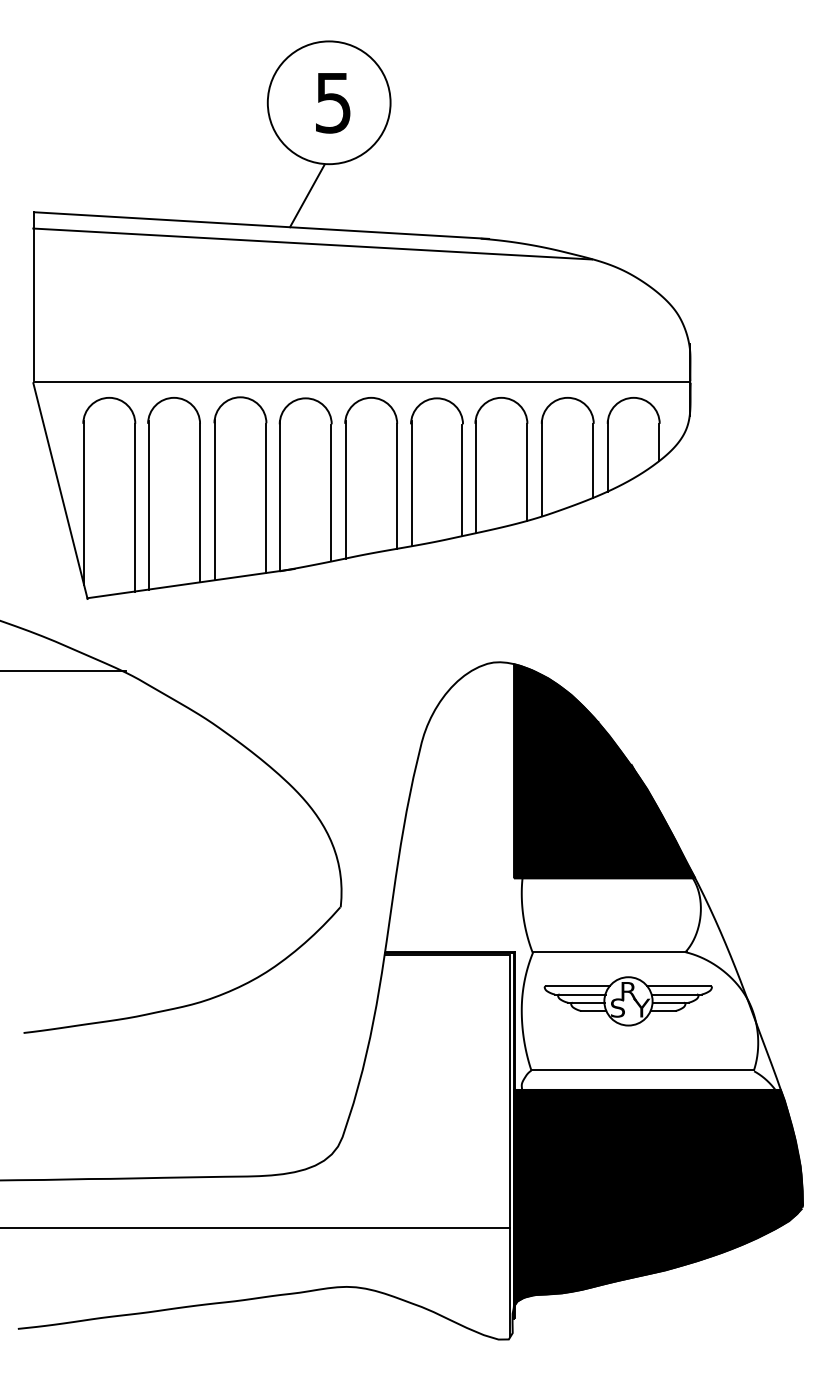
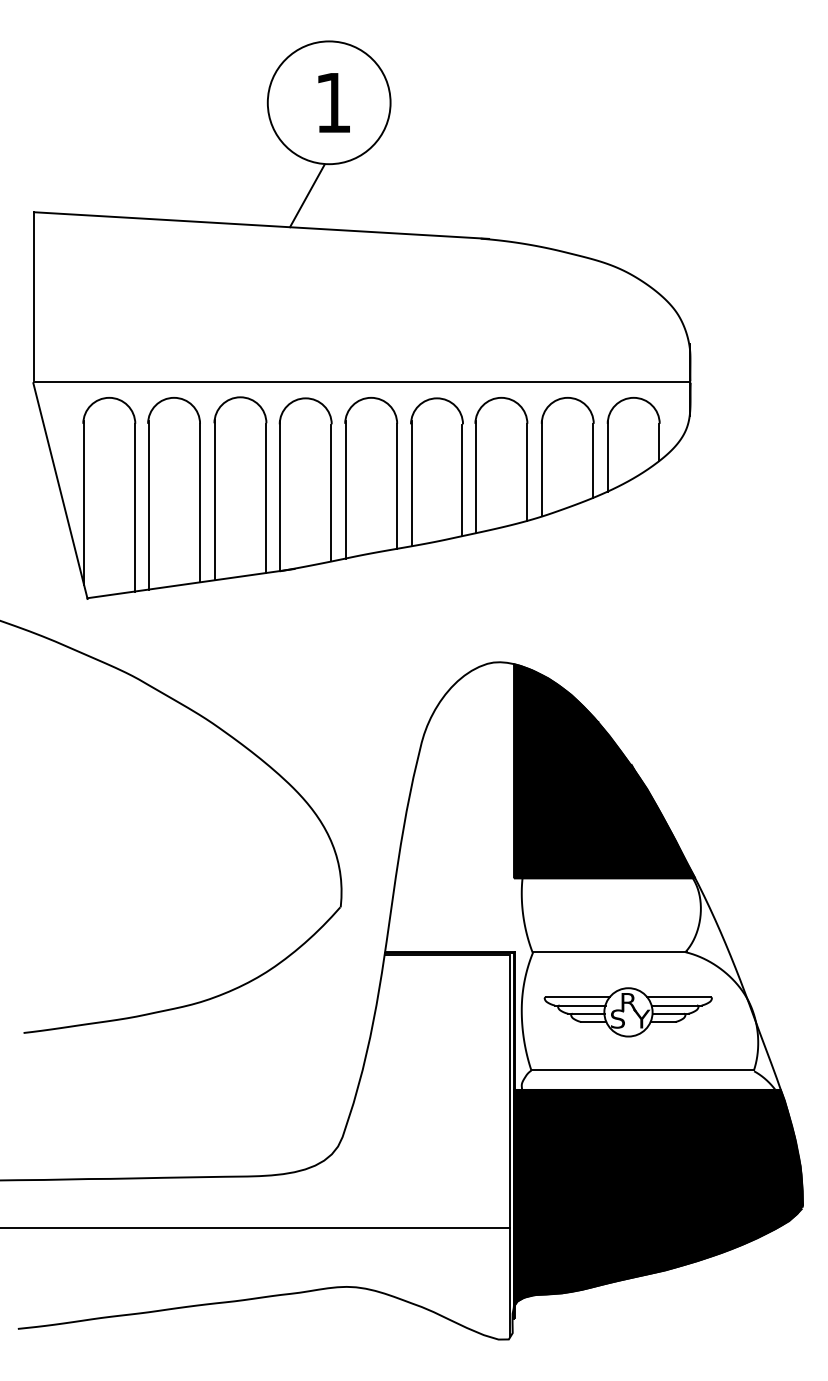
text at (333, 103): 5 -> 1
line at (312, 243): present -> none
line at (64, 671): present -> none
part at (627, 1001) position: (627, 1001) -> (627, 1012)
